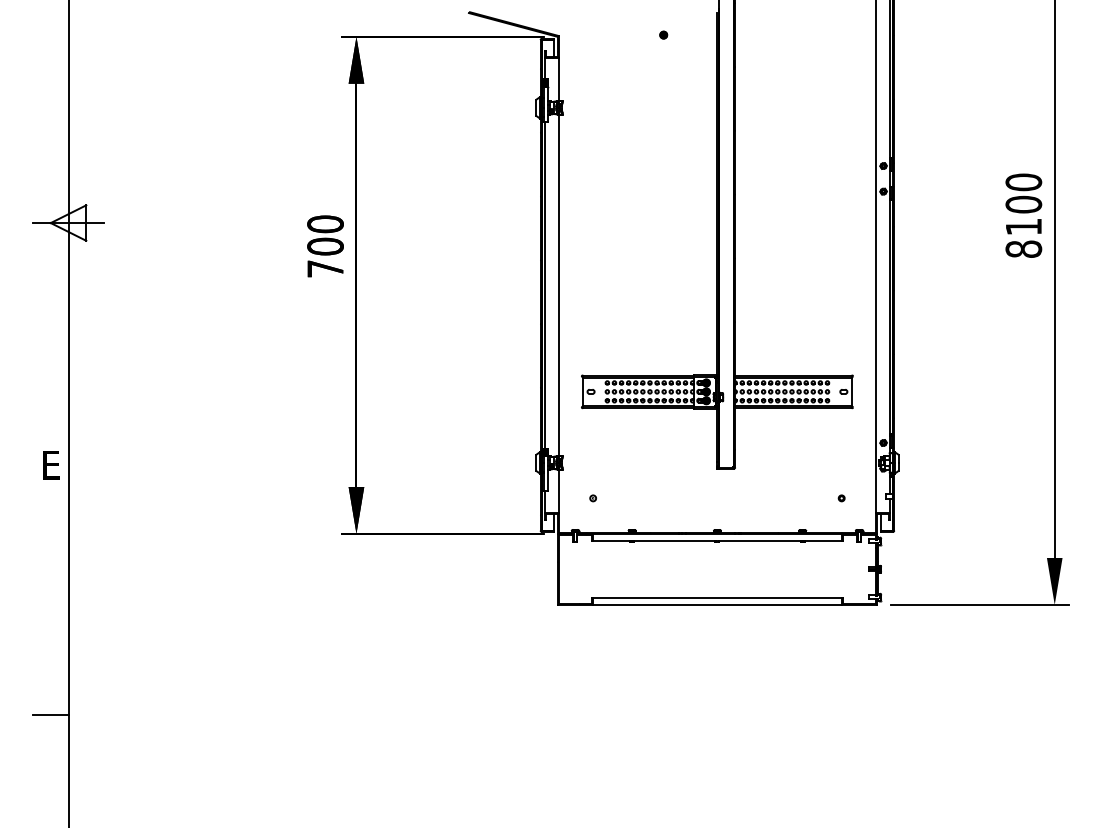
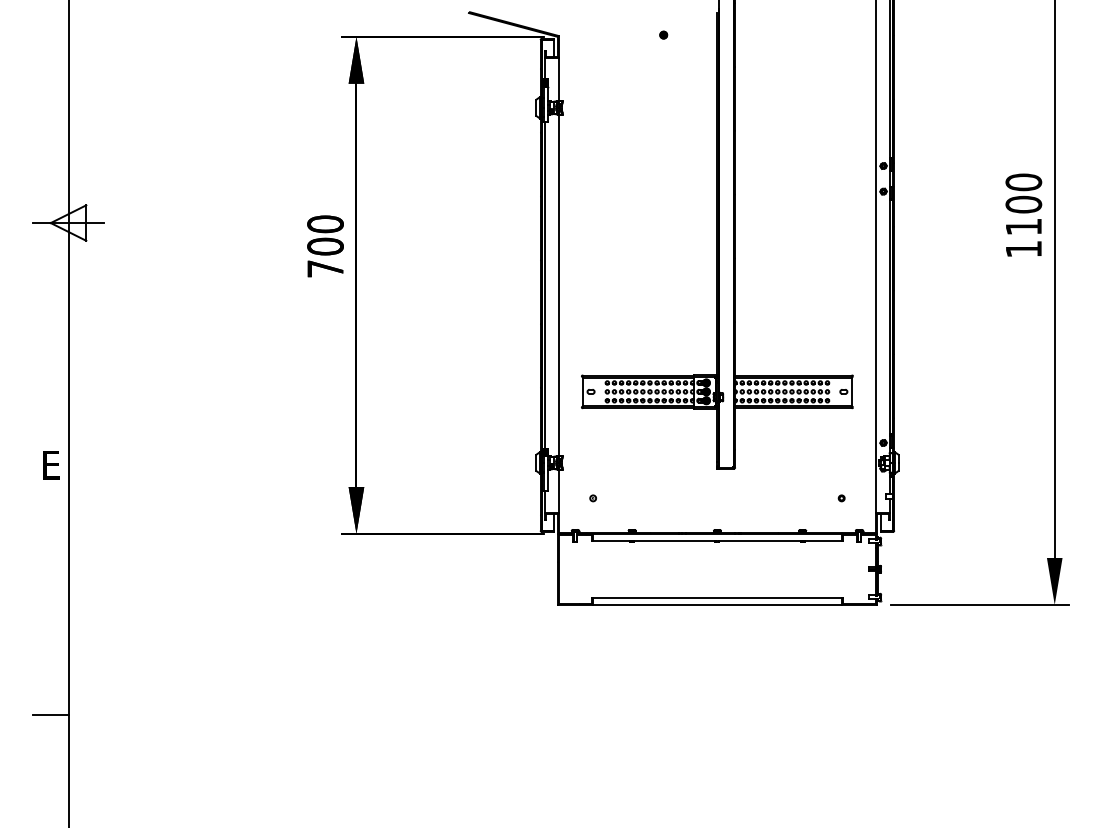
text at (1023, 248): 8100 -> 1100
